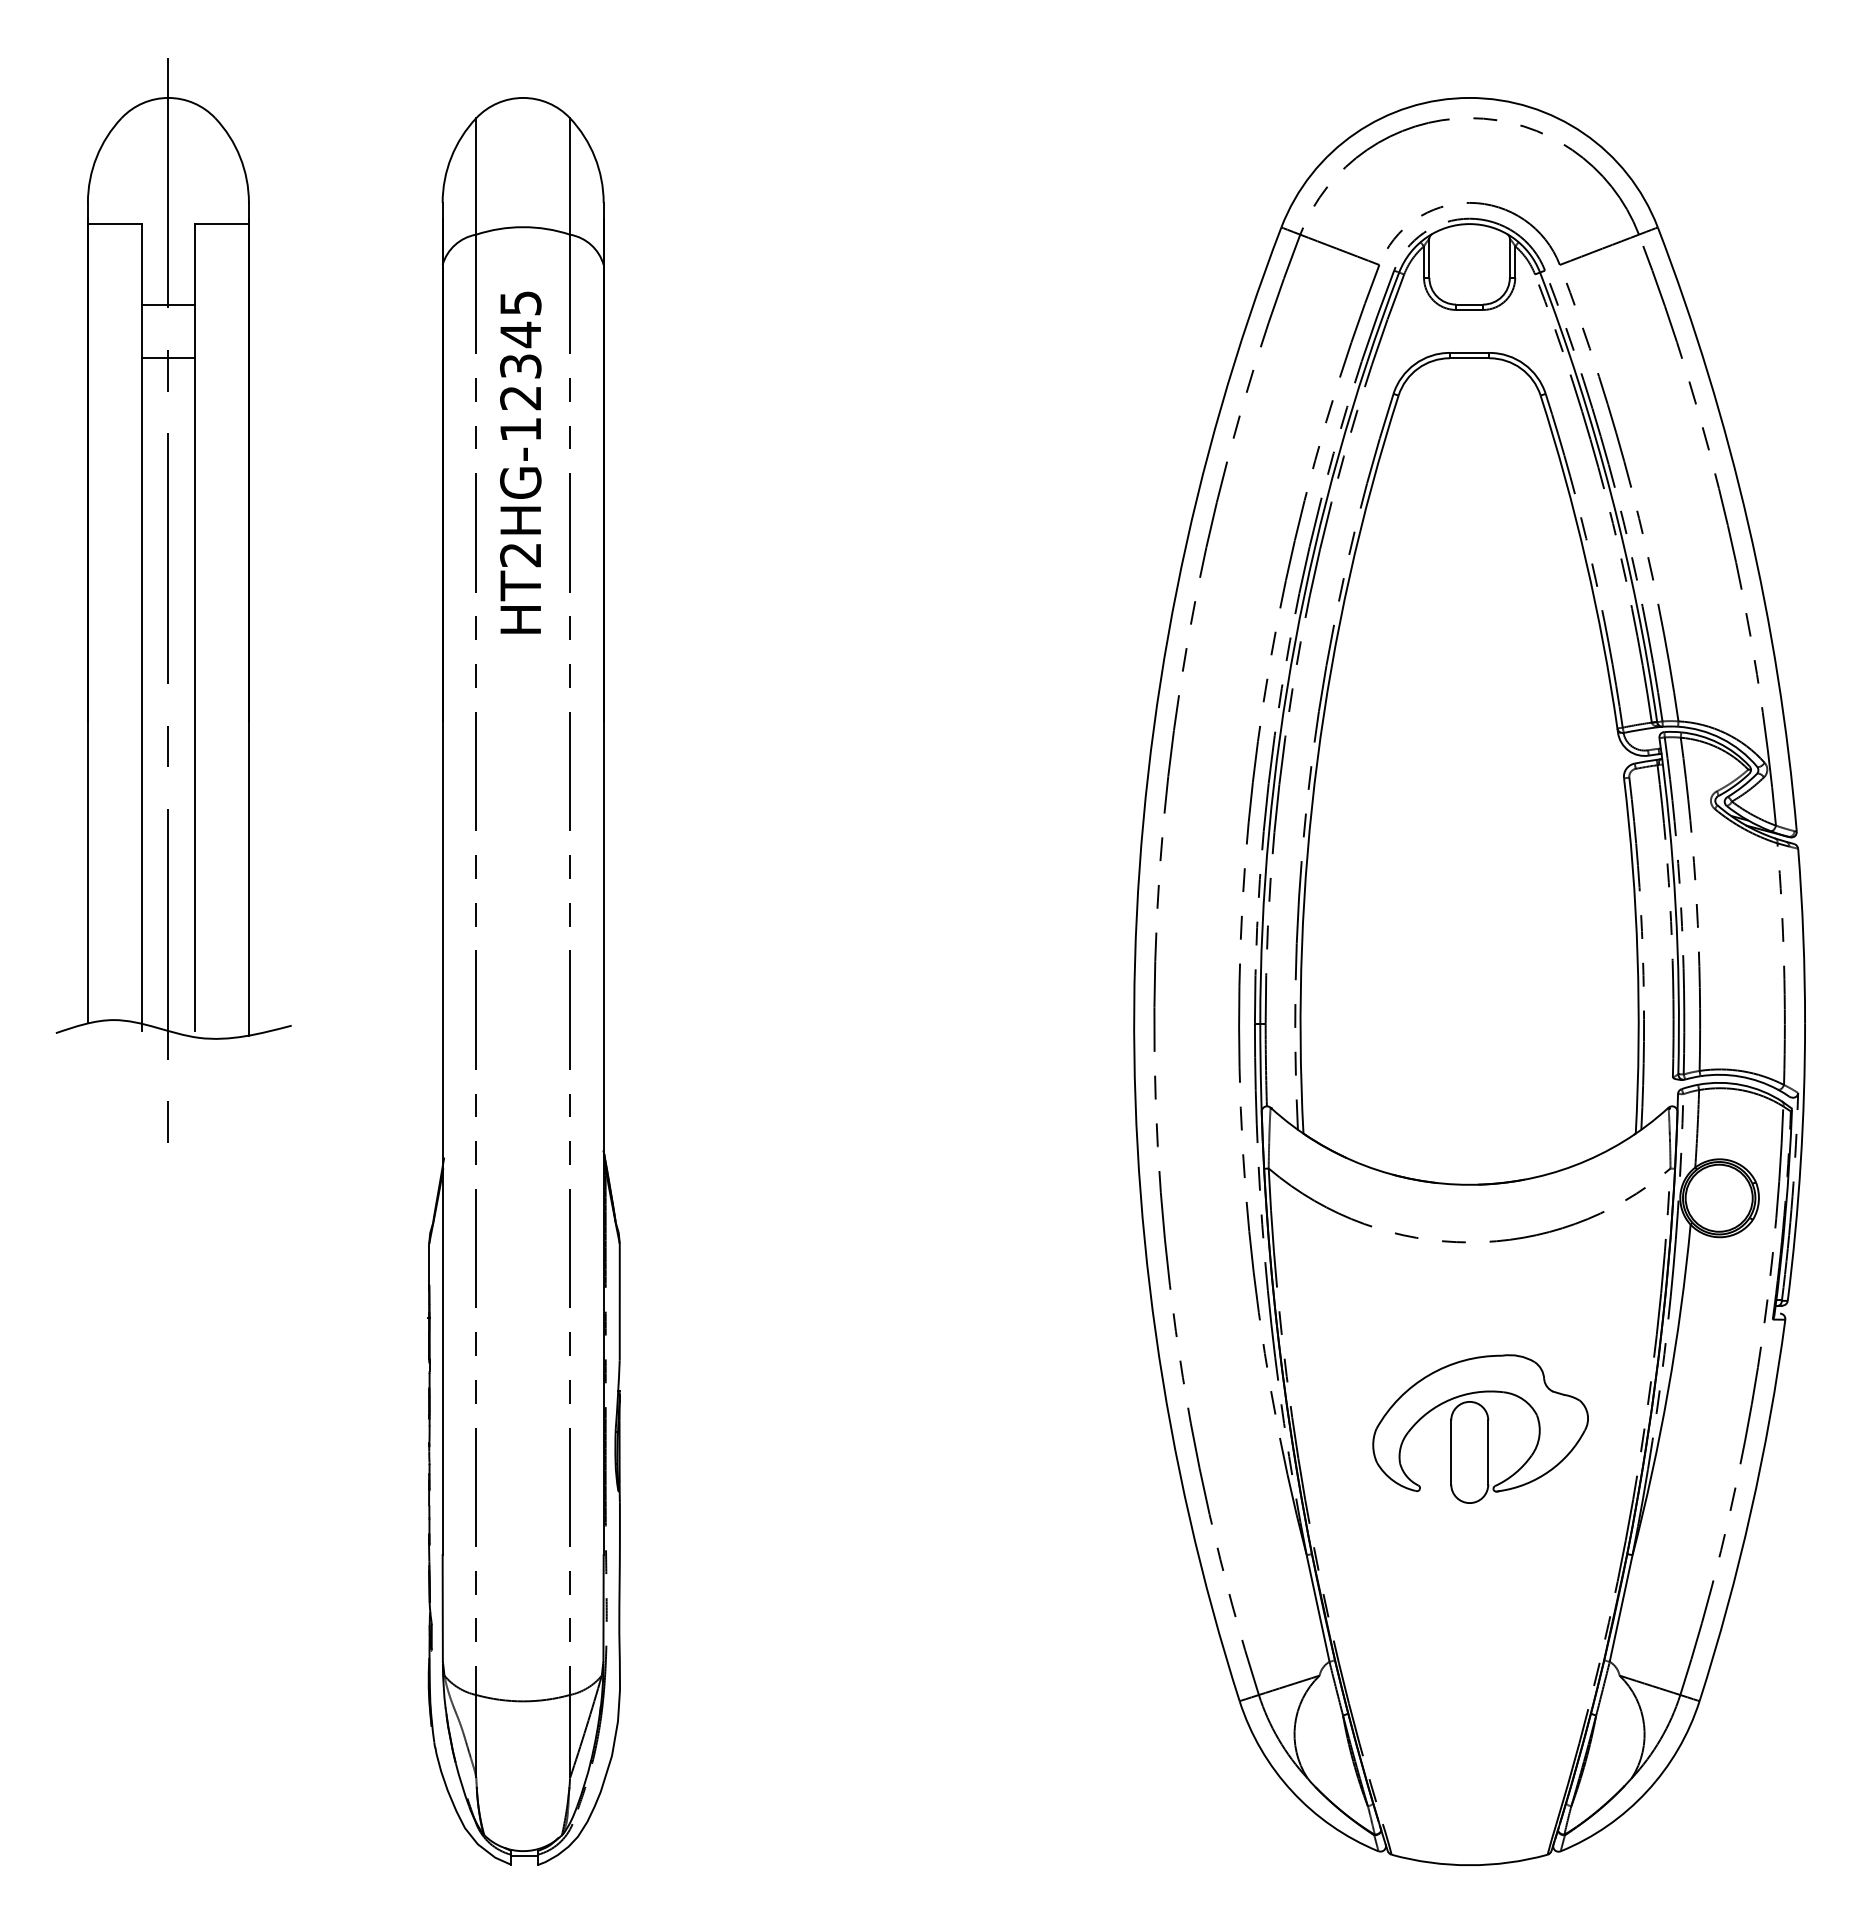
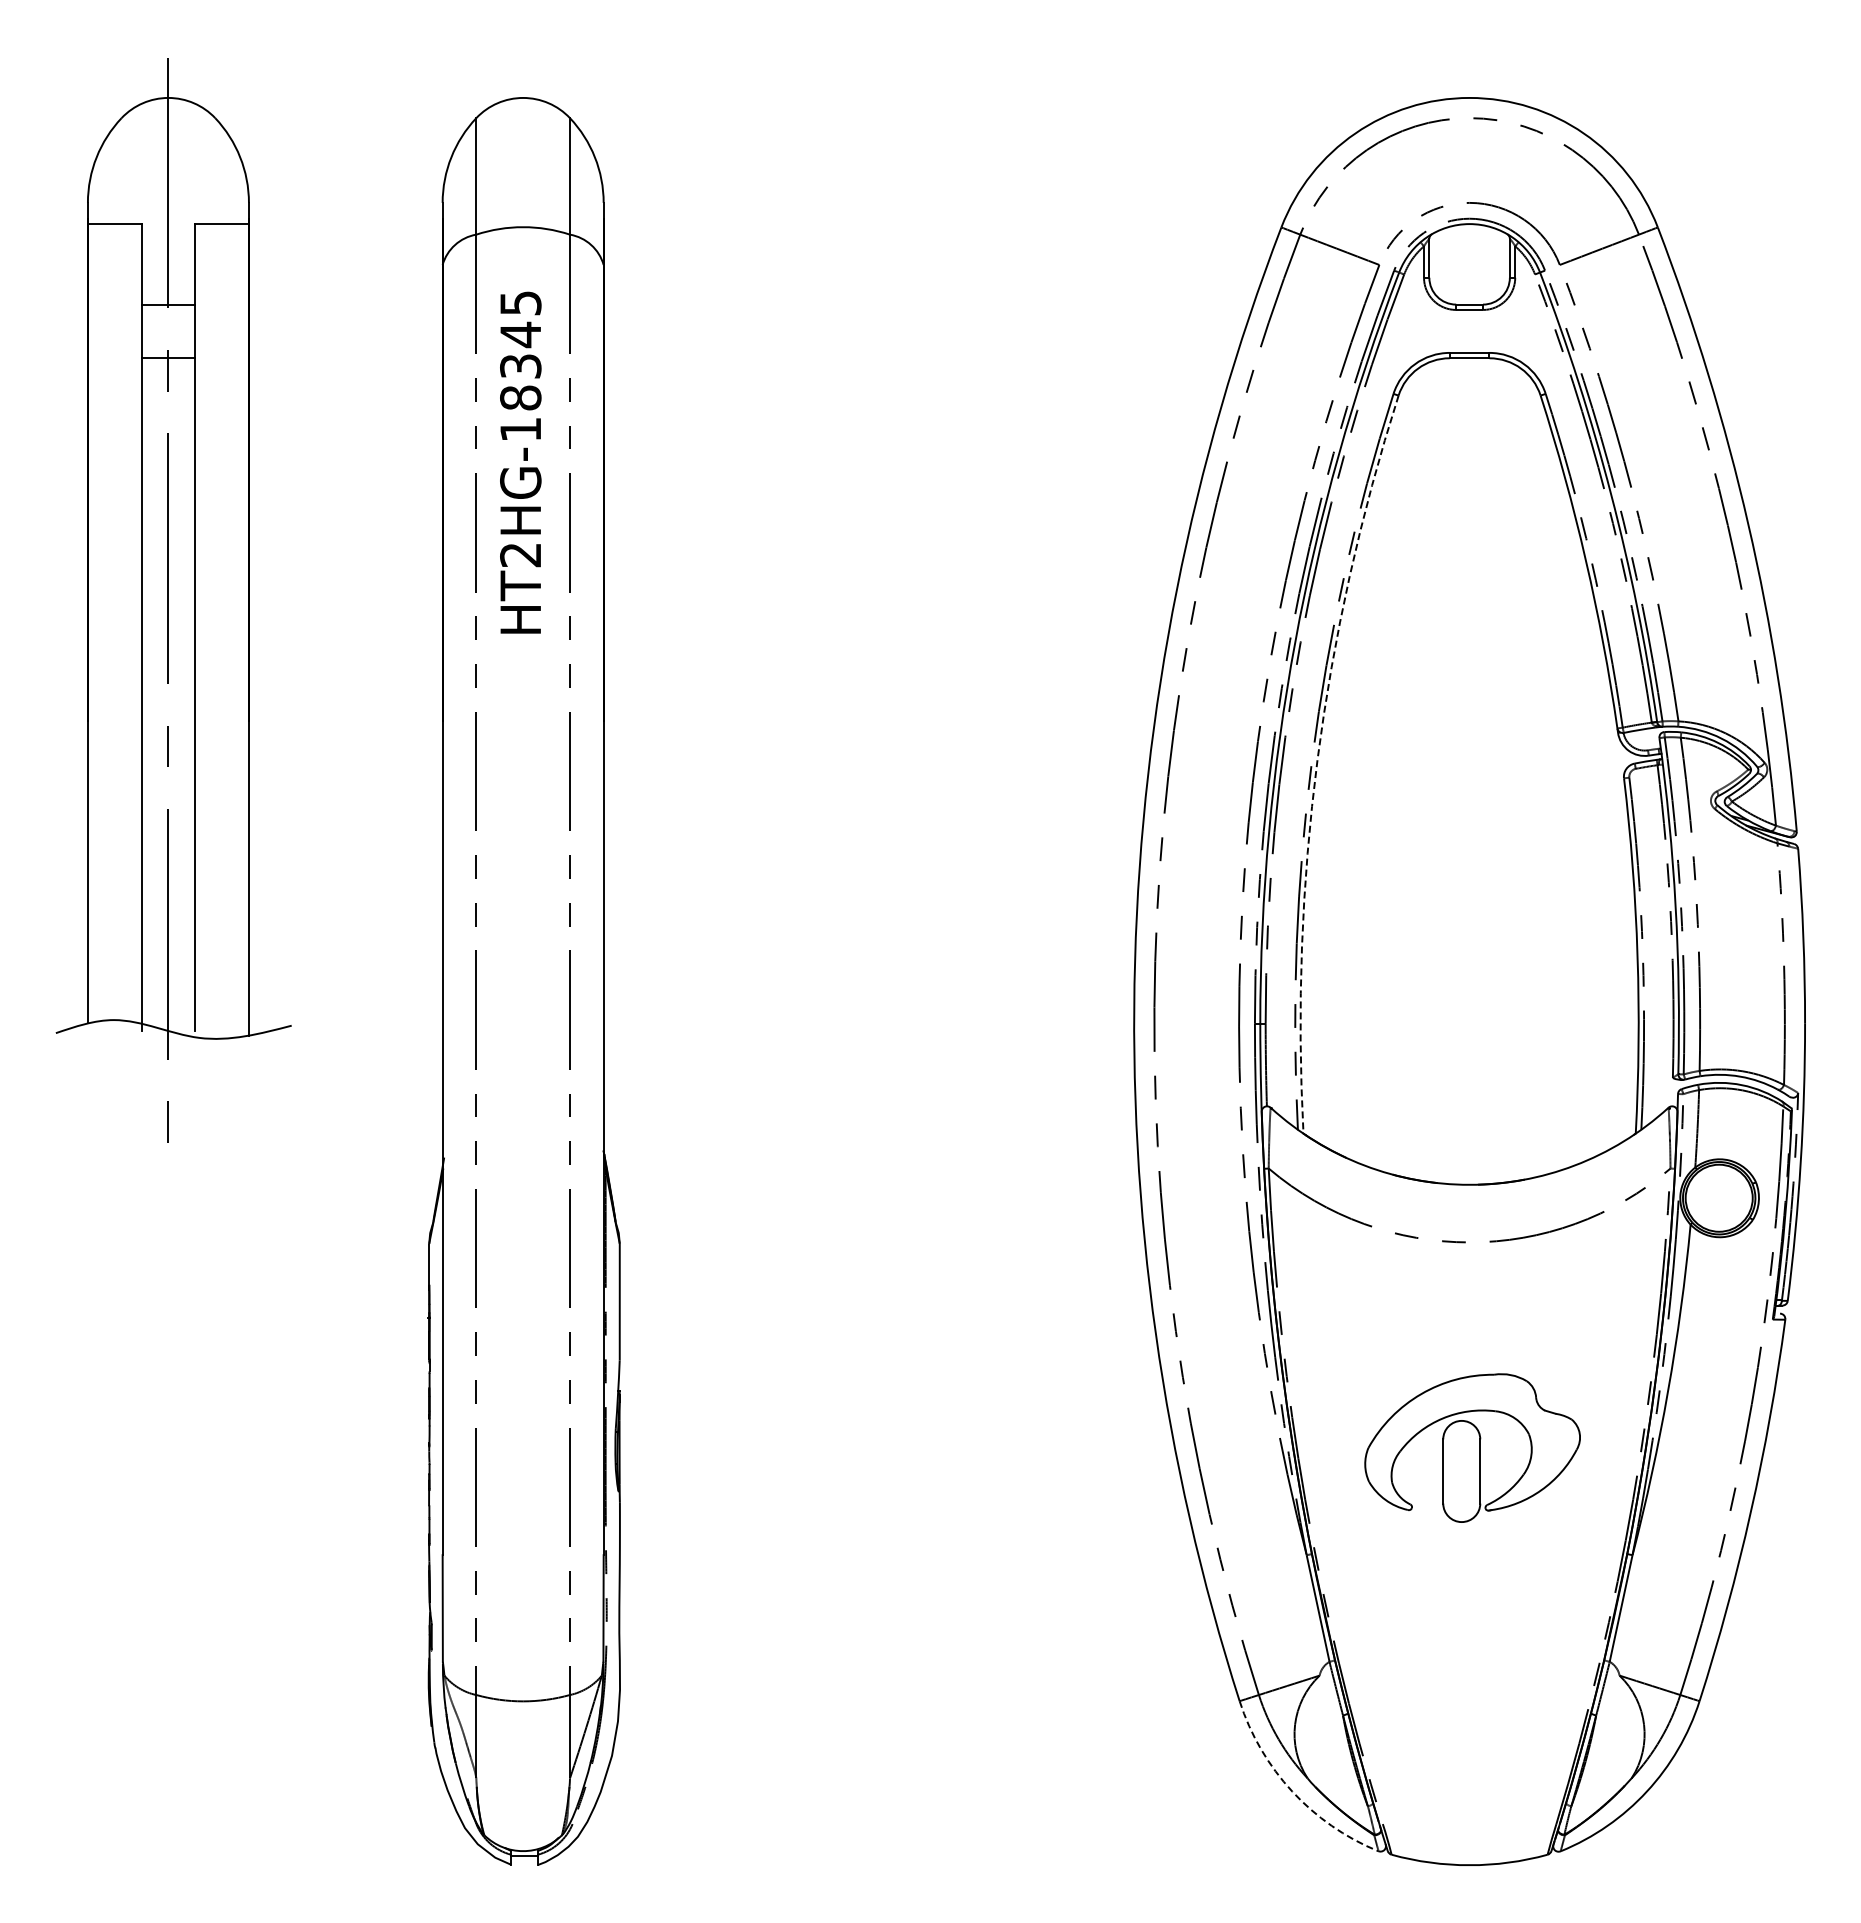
text at (520, 397): HT2HG-12345 -> HT2HG-18345
arc at (1317, 760): solid -> dashed
part at (1480, 1428) position: (1480, 1428) -> (1472, 1447)
arc at (1292, 1791): solid -> dashed
